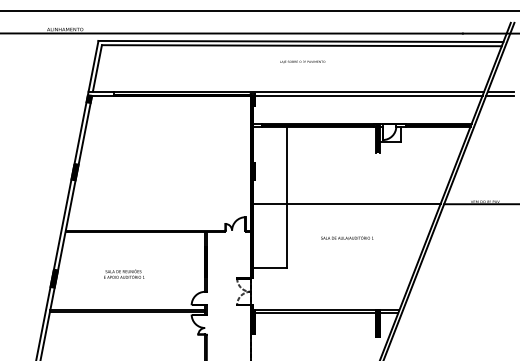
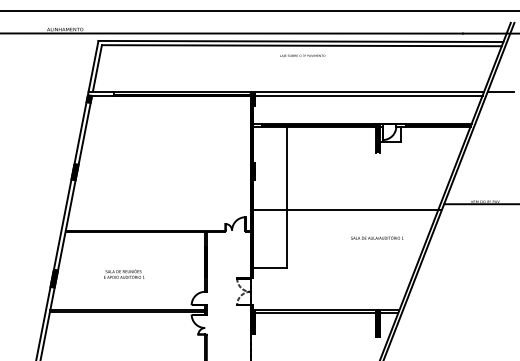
text at (302, 61) position: (302, 61) -> (302, 55)
line at (500, 95): present -> none
line at (346, 204) position: (346, 204) -> (346, 210)
text at (347, 237) position: (347, 237) -> (377, 237)
